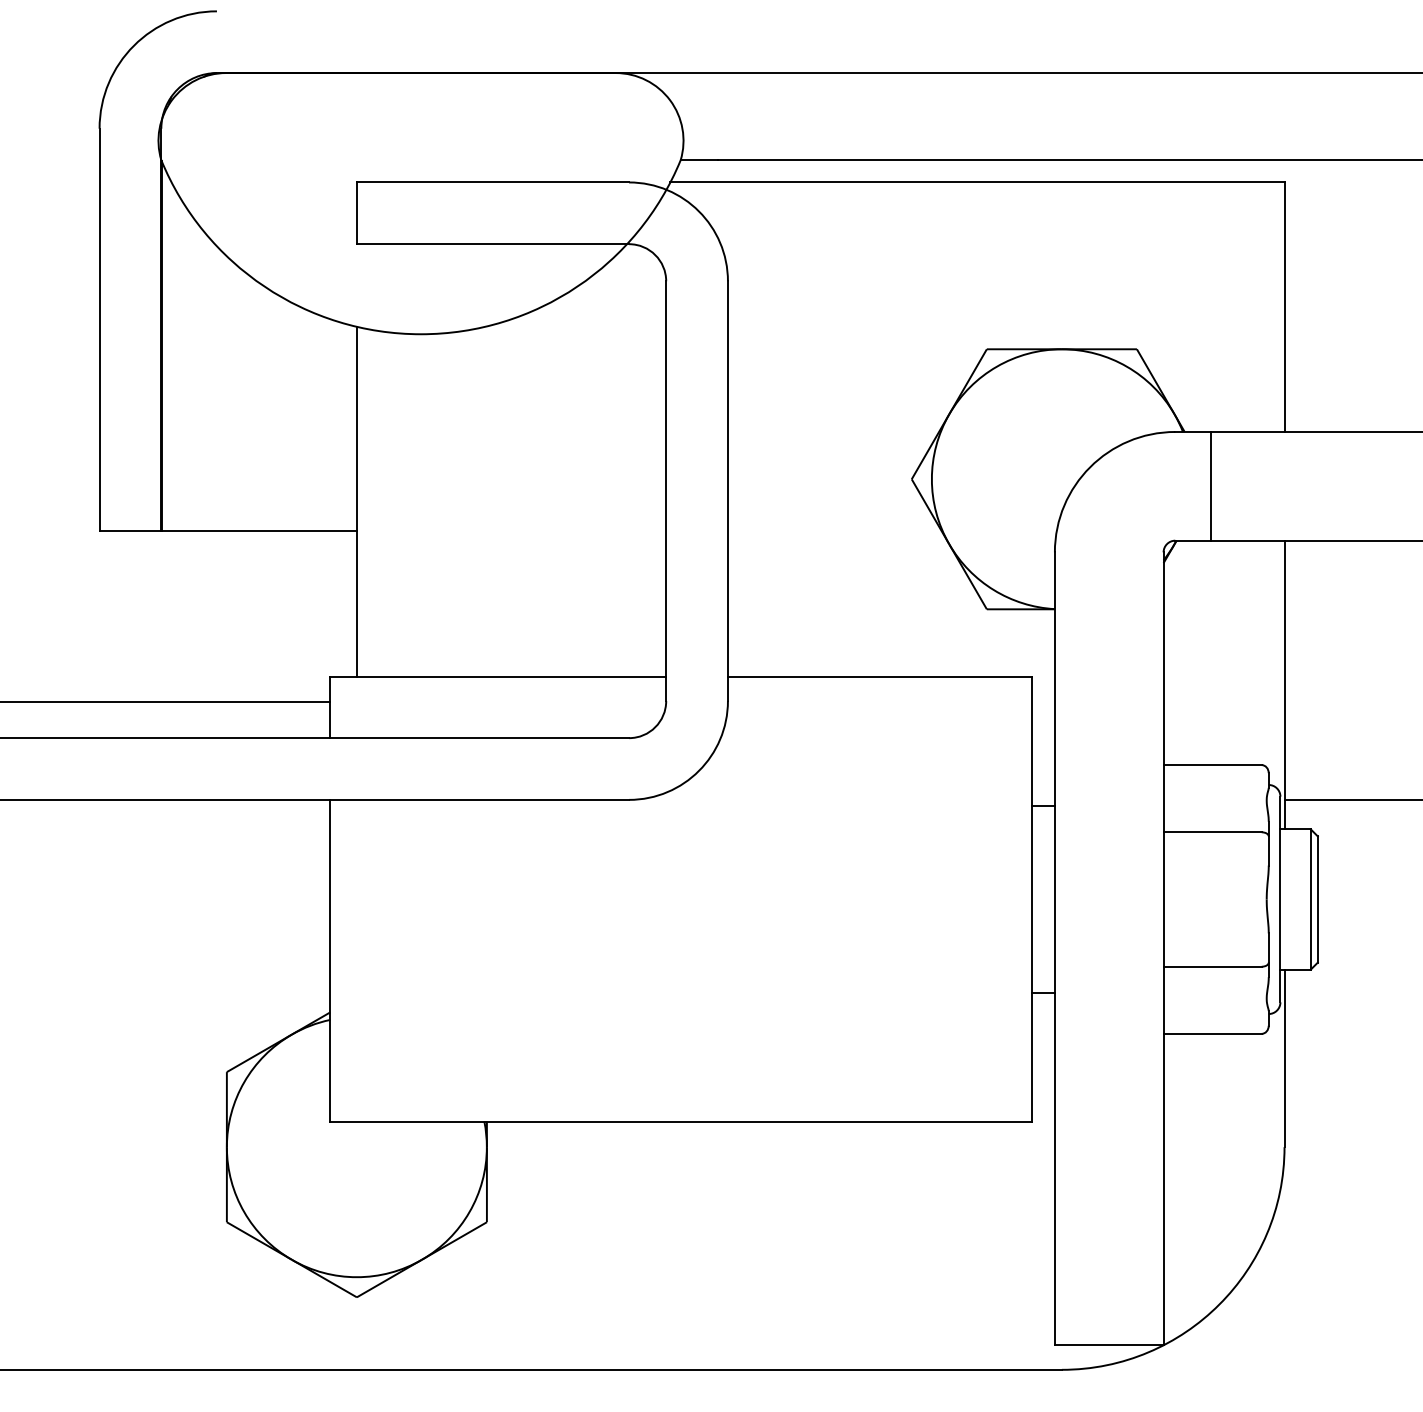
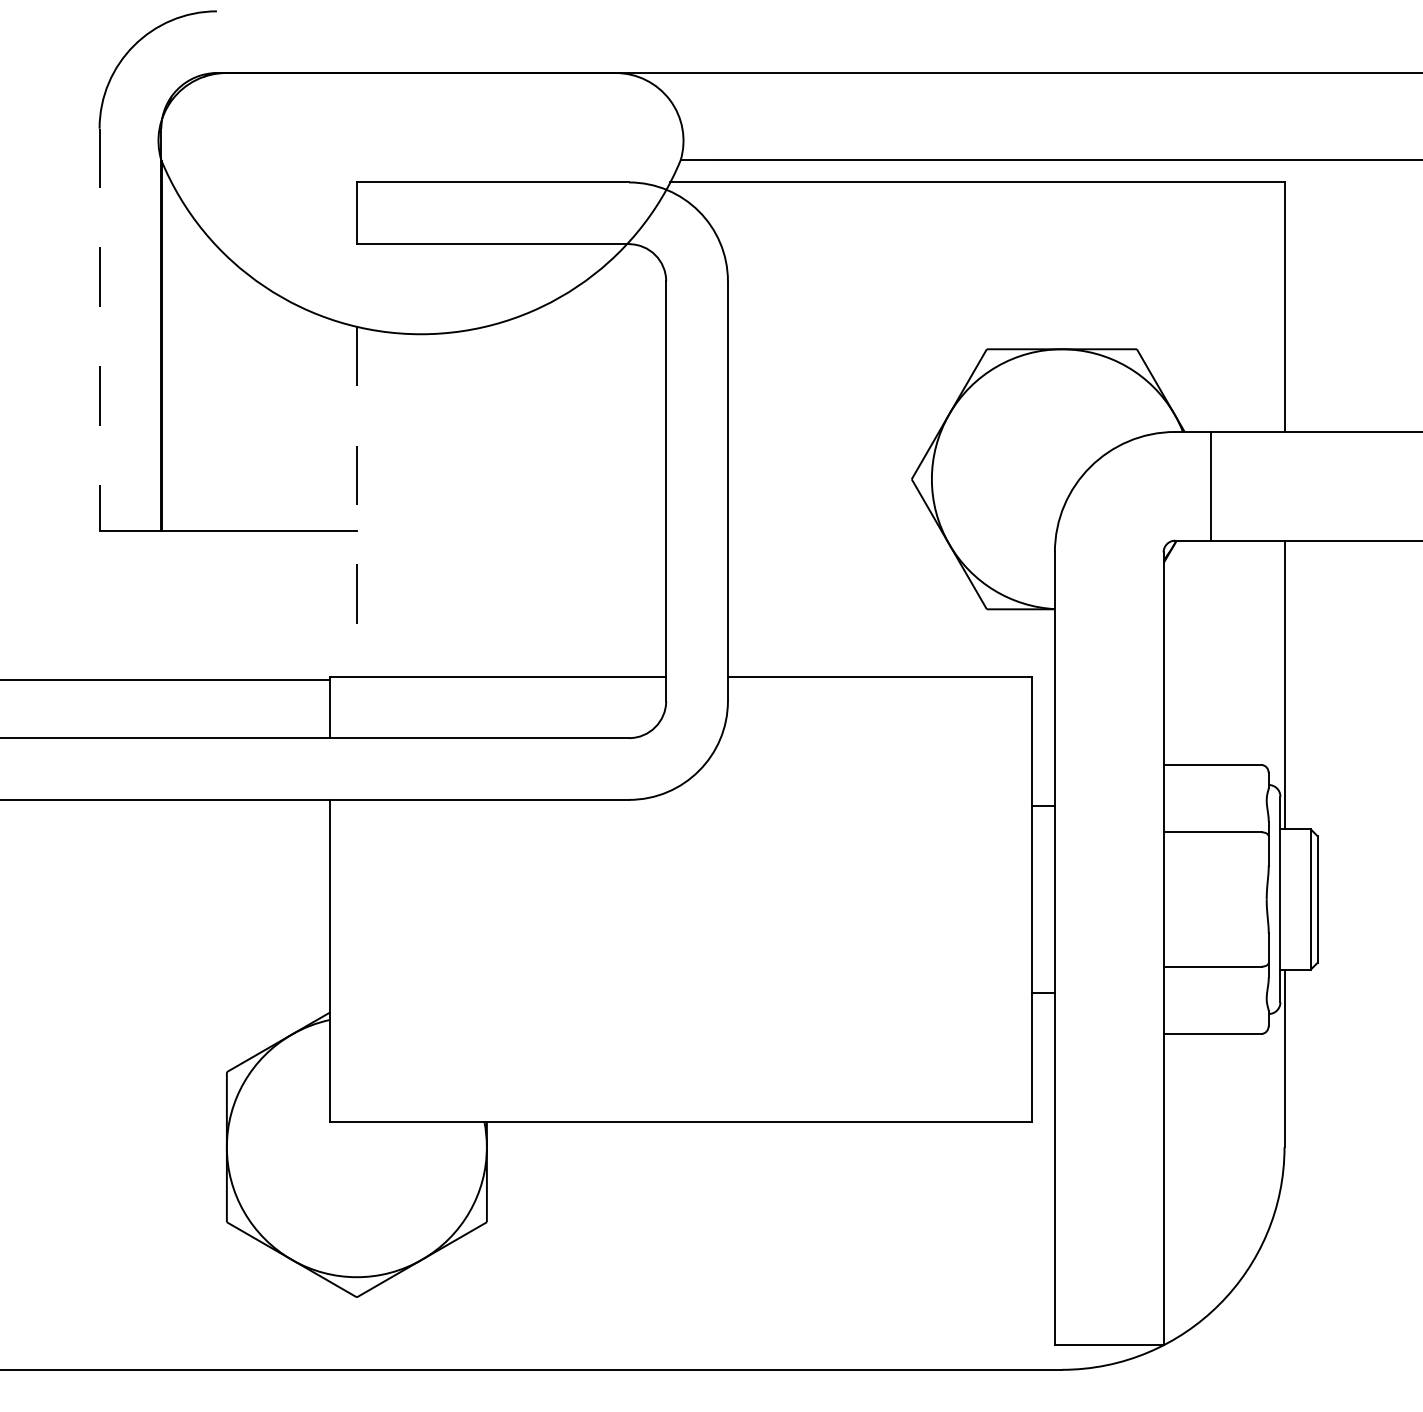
line at (99, 330): solid -> dashed
line at (356, 502): solid -> dashed
line at (166, 701) position: (166, 701) -> (166, 679)
line at (1351, 799): present -> none
